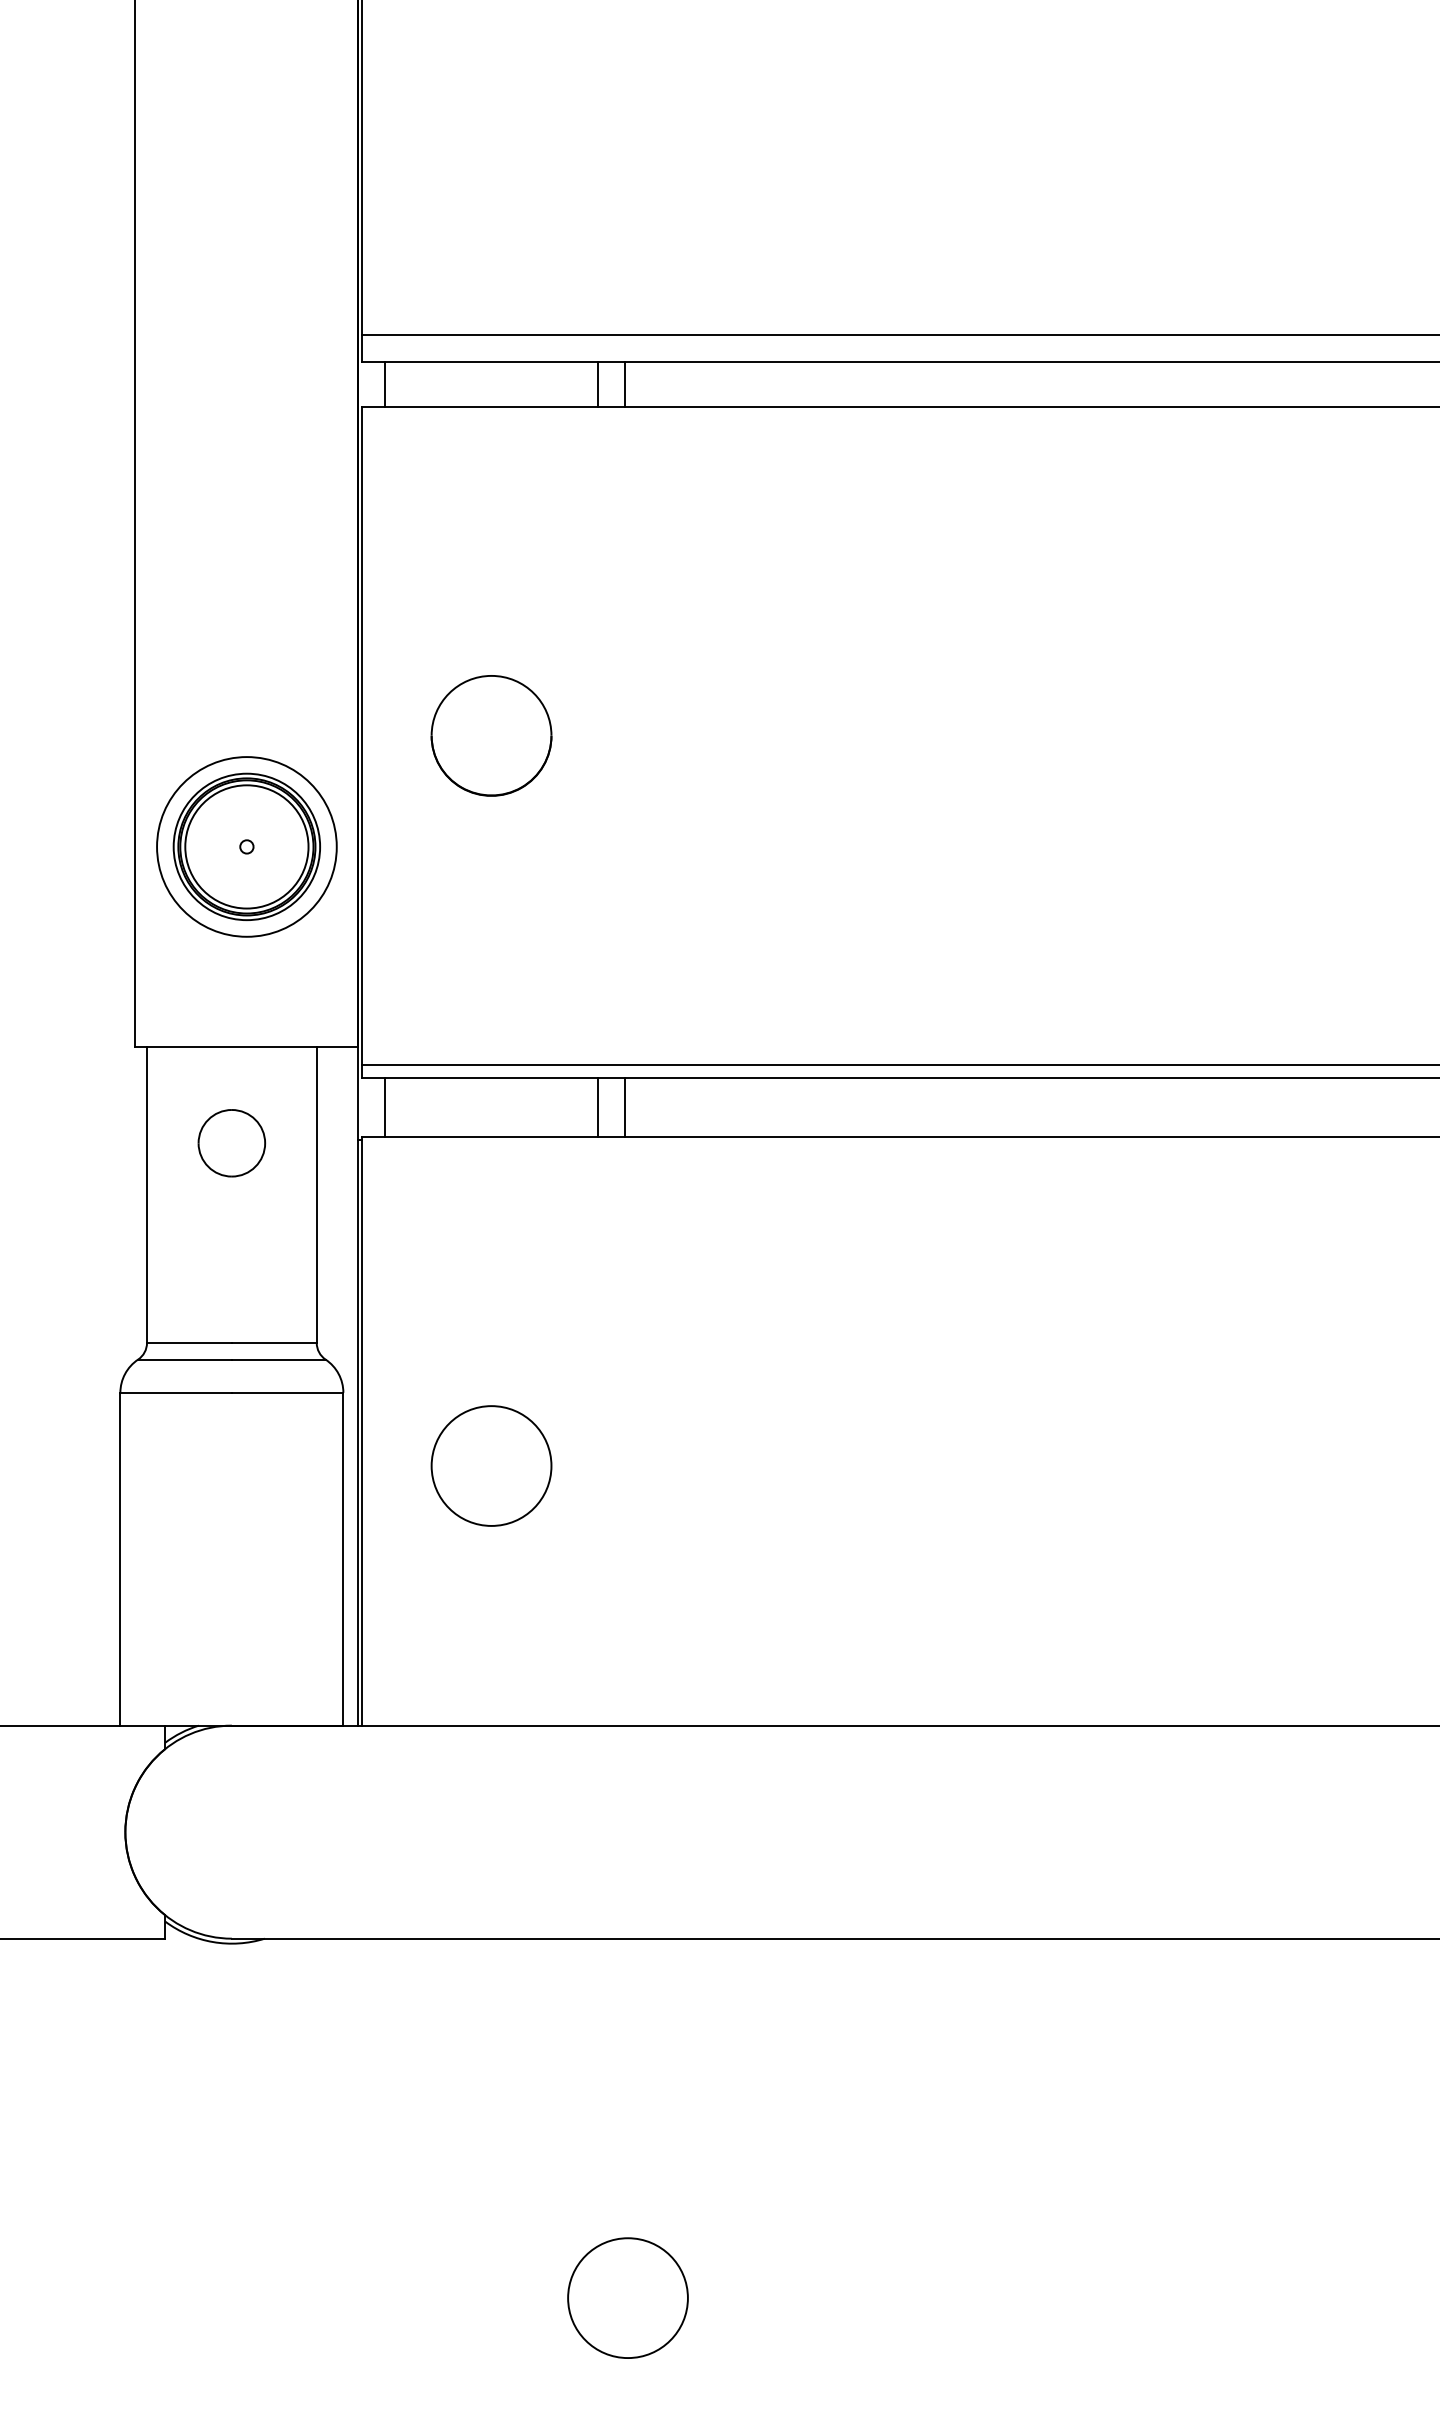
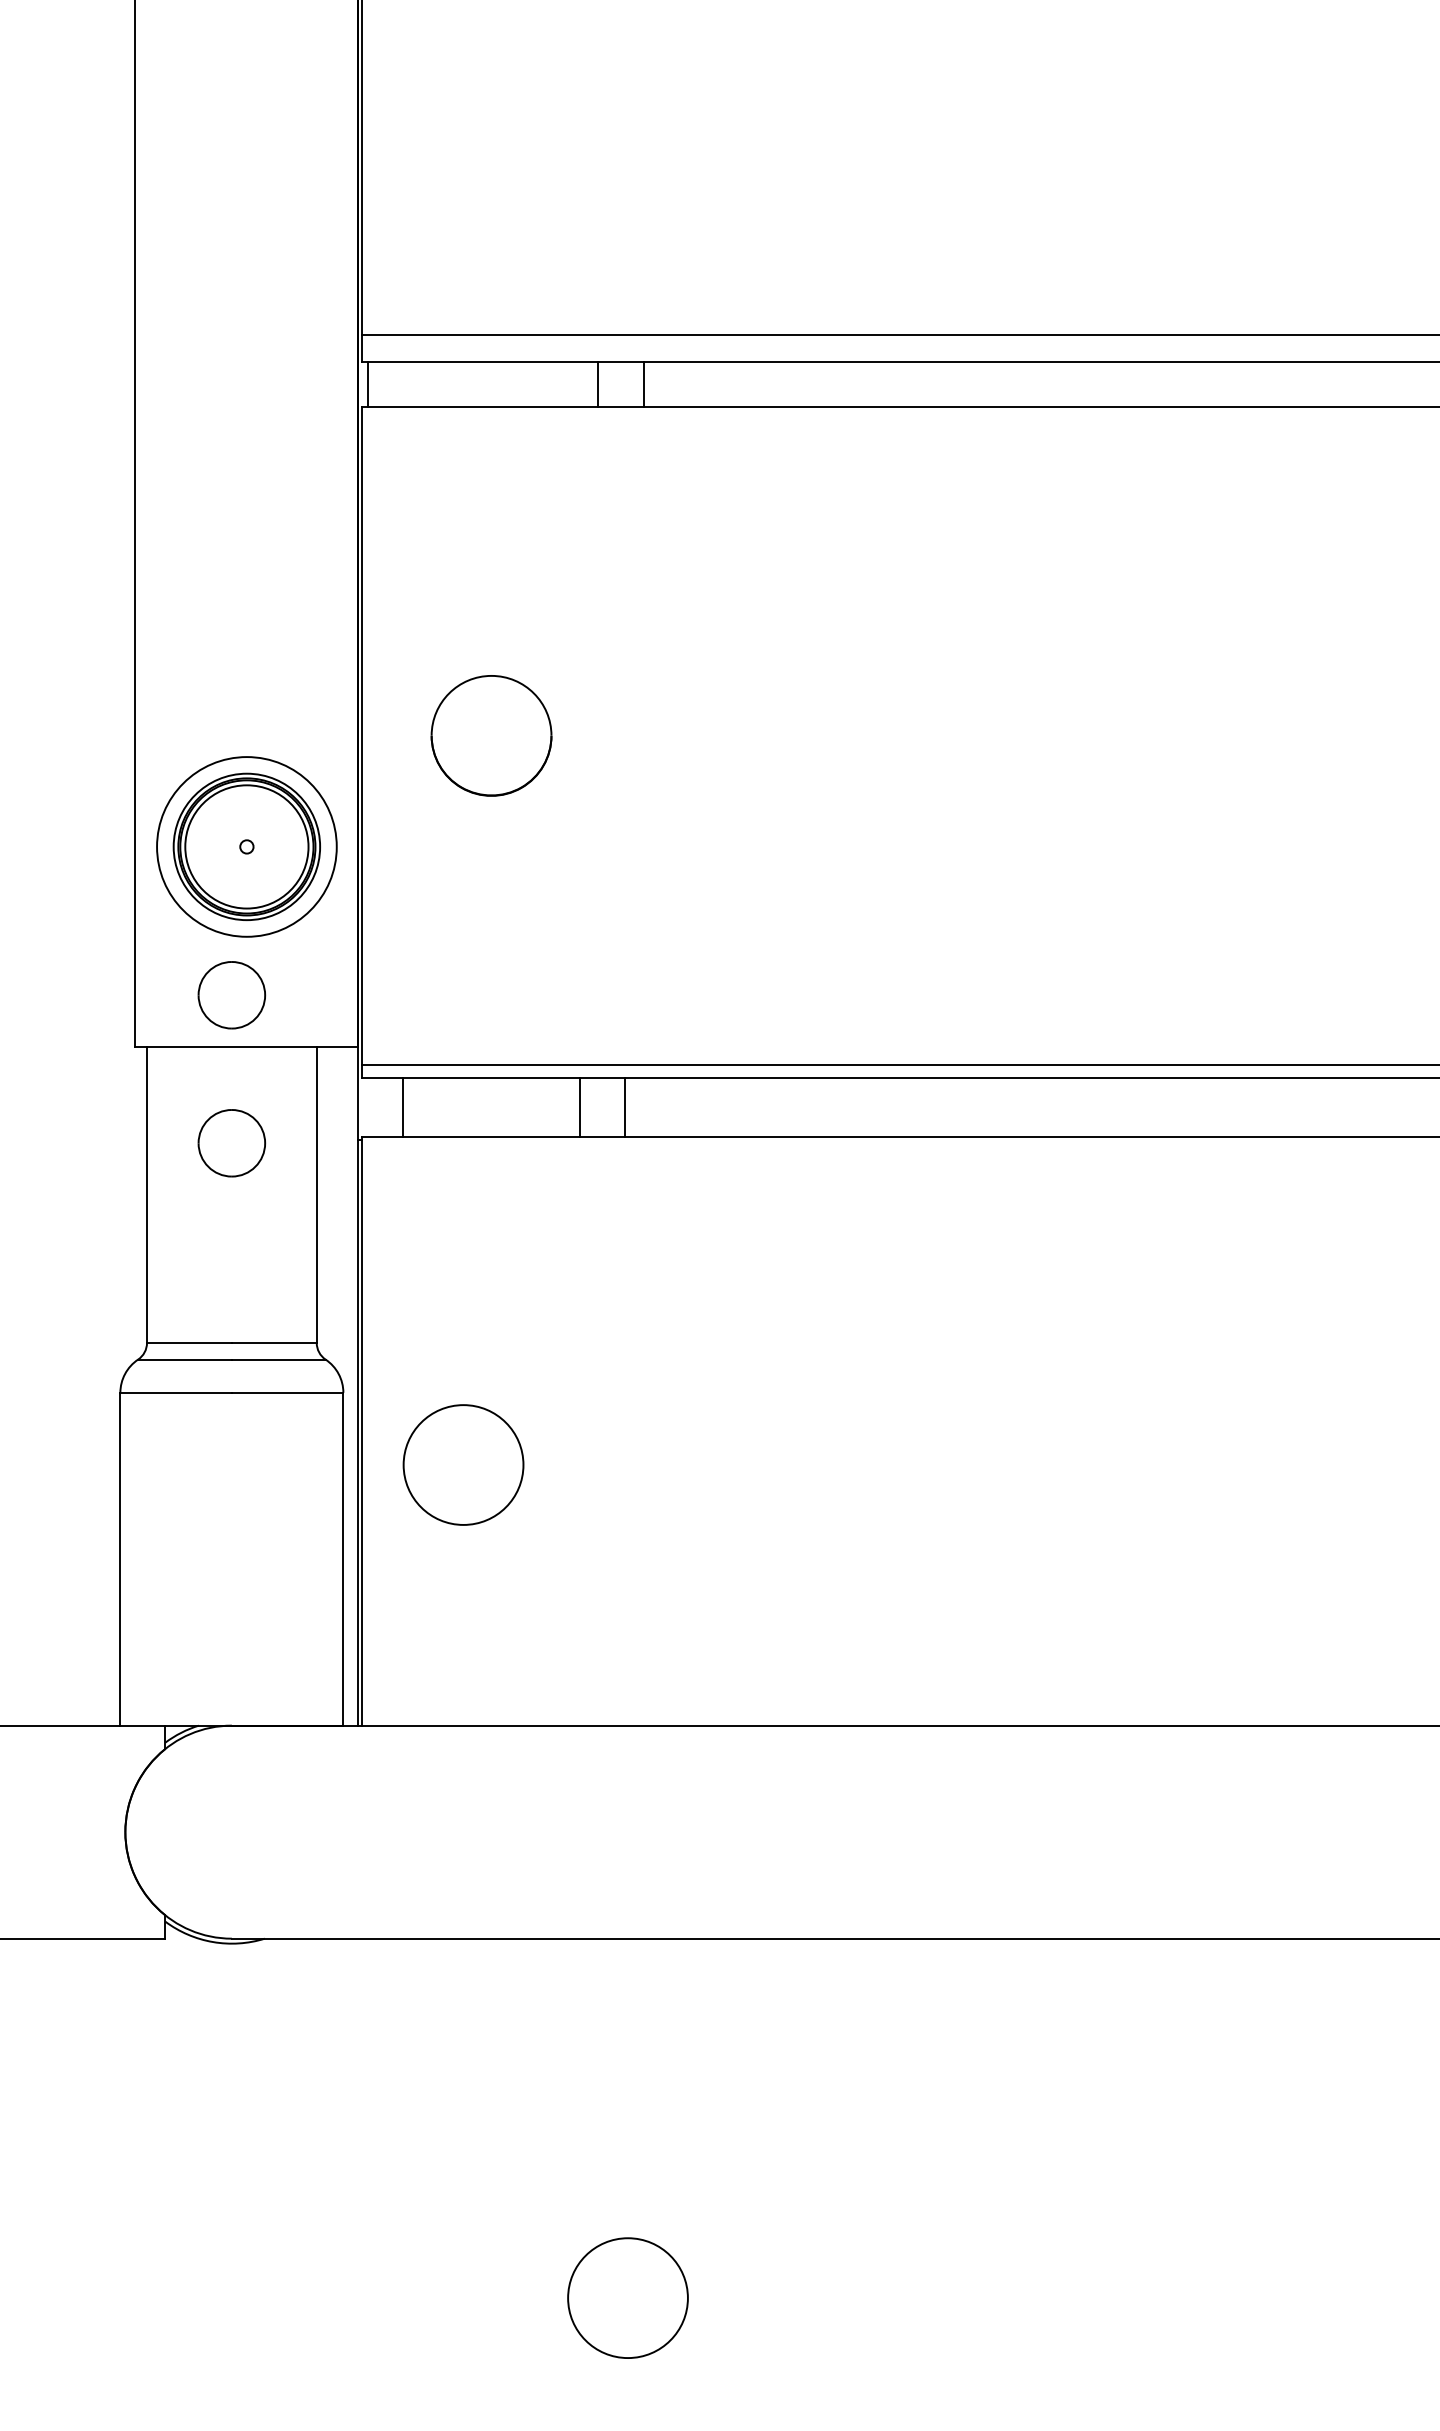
line at (385, 384) position: (385, 384) -> (368, 384)
line at (624, 384) position: (624, 384) -> (643, 384)
part at (231, 995): none -> present
line at (385, 1107) position: (385, 1107) -> (403, 1107)
line at (598, 1107) position: (598, 1107) -> (580, 1107)
circle at (491, 1465) position: (491, 1465) -> (463, 1464)
